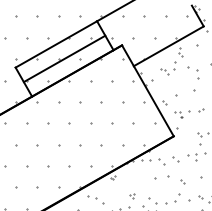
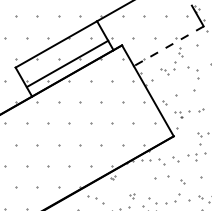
line at (168, 46): solid -> dashed
line at (64, 58) position: (64, 58) -> (67, 63)
